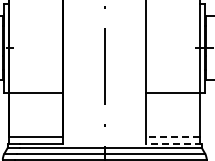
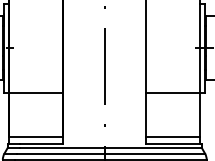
line at (172, 137): dashed -> solid
line at (174, 143): dashed -> solid
